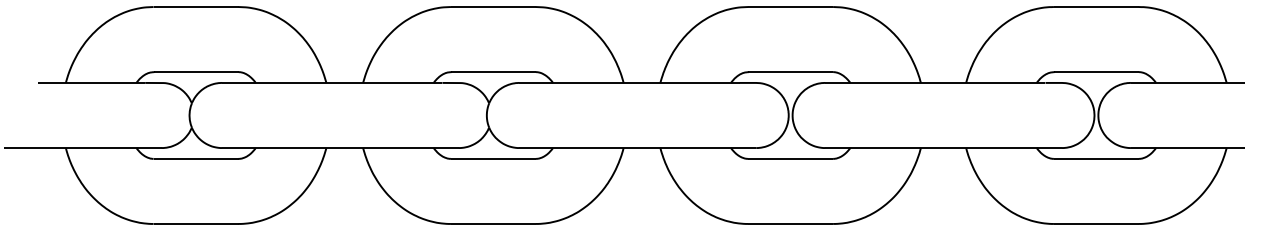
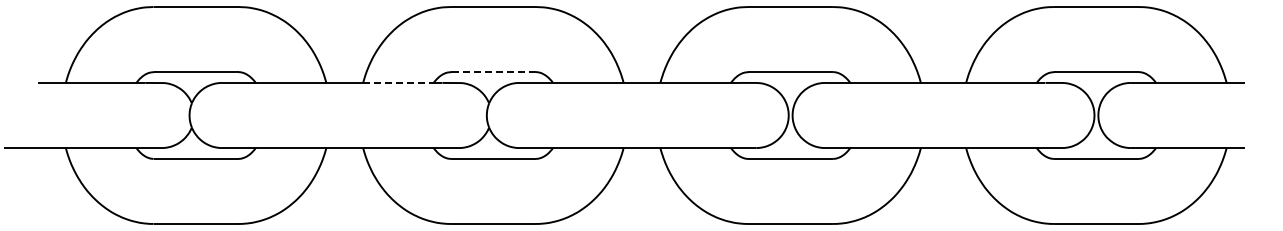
line at (492, 72): solid -> dashed
line at (398, 82): solid -> dashed
